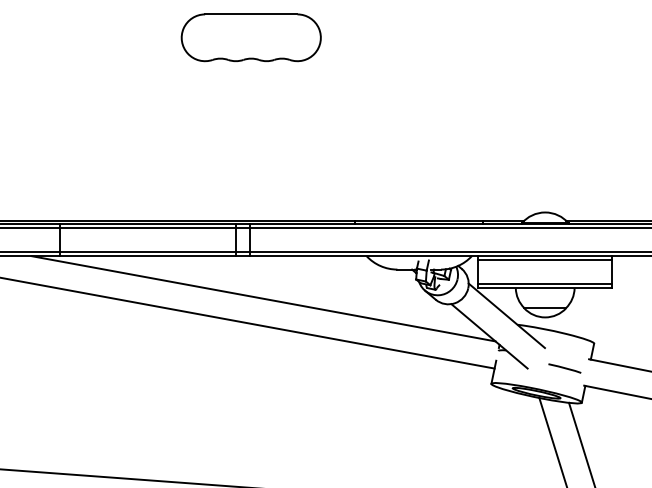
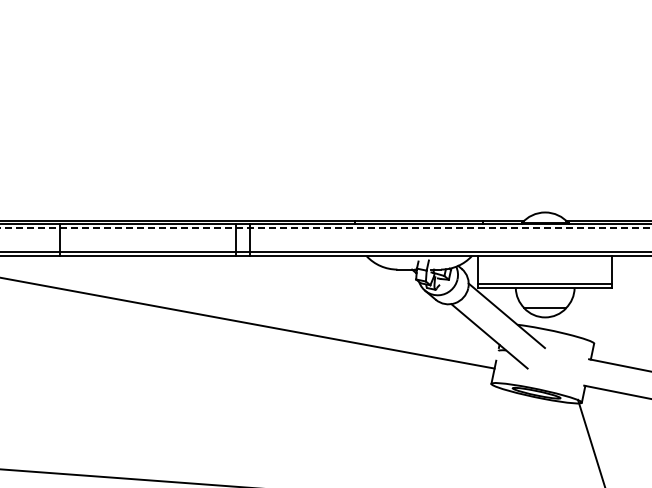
part at (250, 37): present -> none
line at (325, 228): solid -> dashed
line at (545, 260): present -> none
line at (263, 298): present -> none
line at (564, 368): present -> none
line at (552, 441): present -> none
line at (581, 443) position: (581, 443) -> (591, 441)
